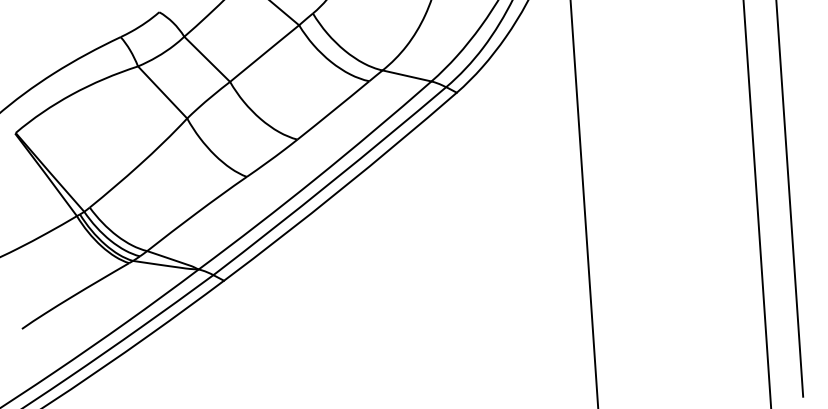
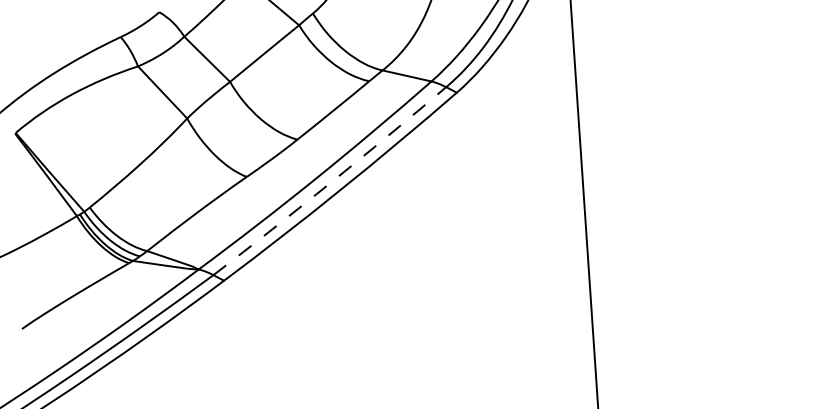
arc at (330, 182): solid -> dashed
line at (789, 199): present -> none
line at (756, 203): present -> none
